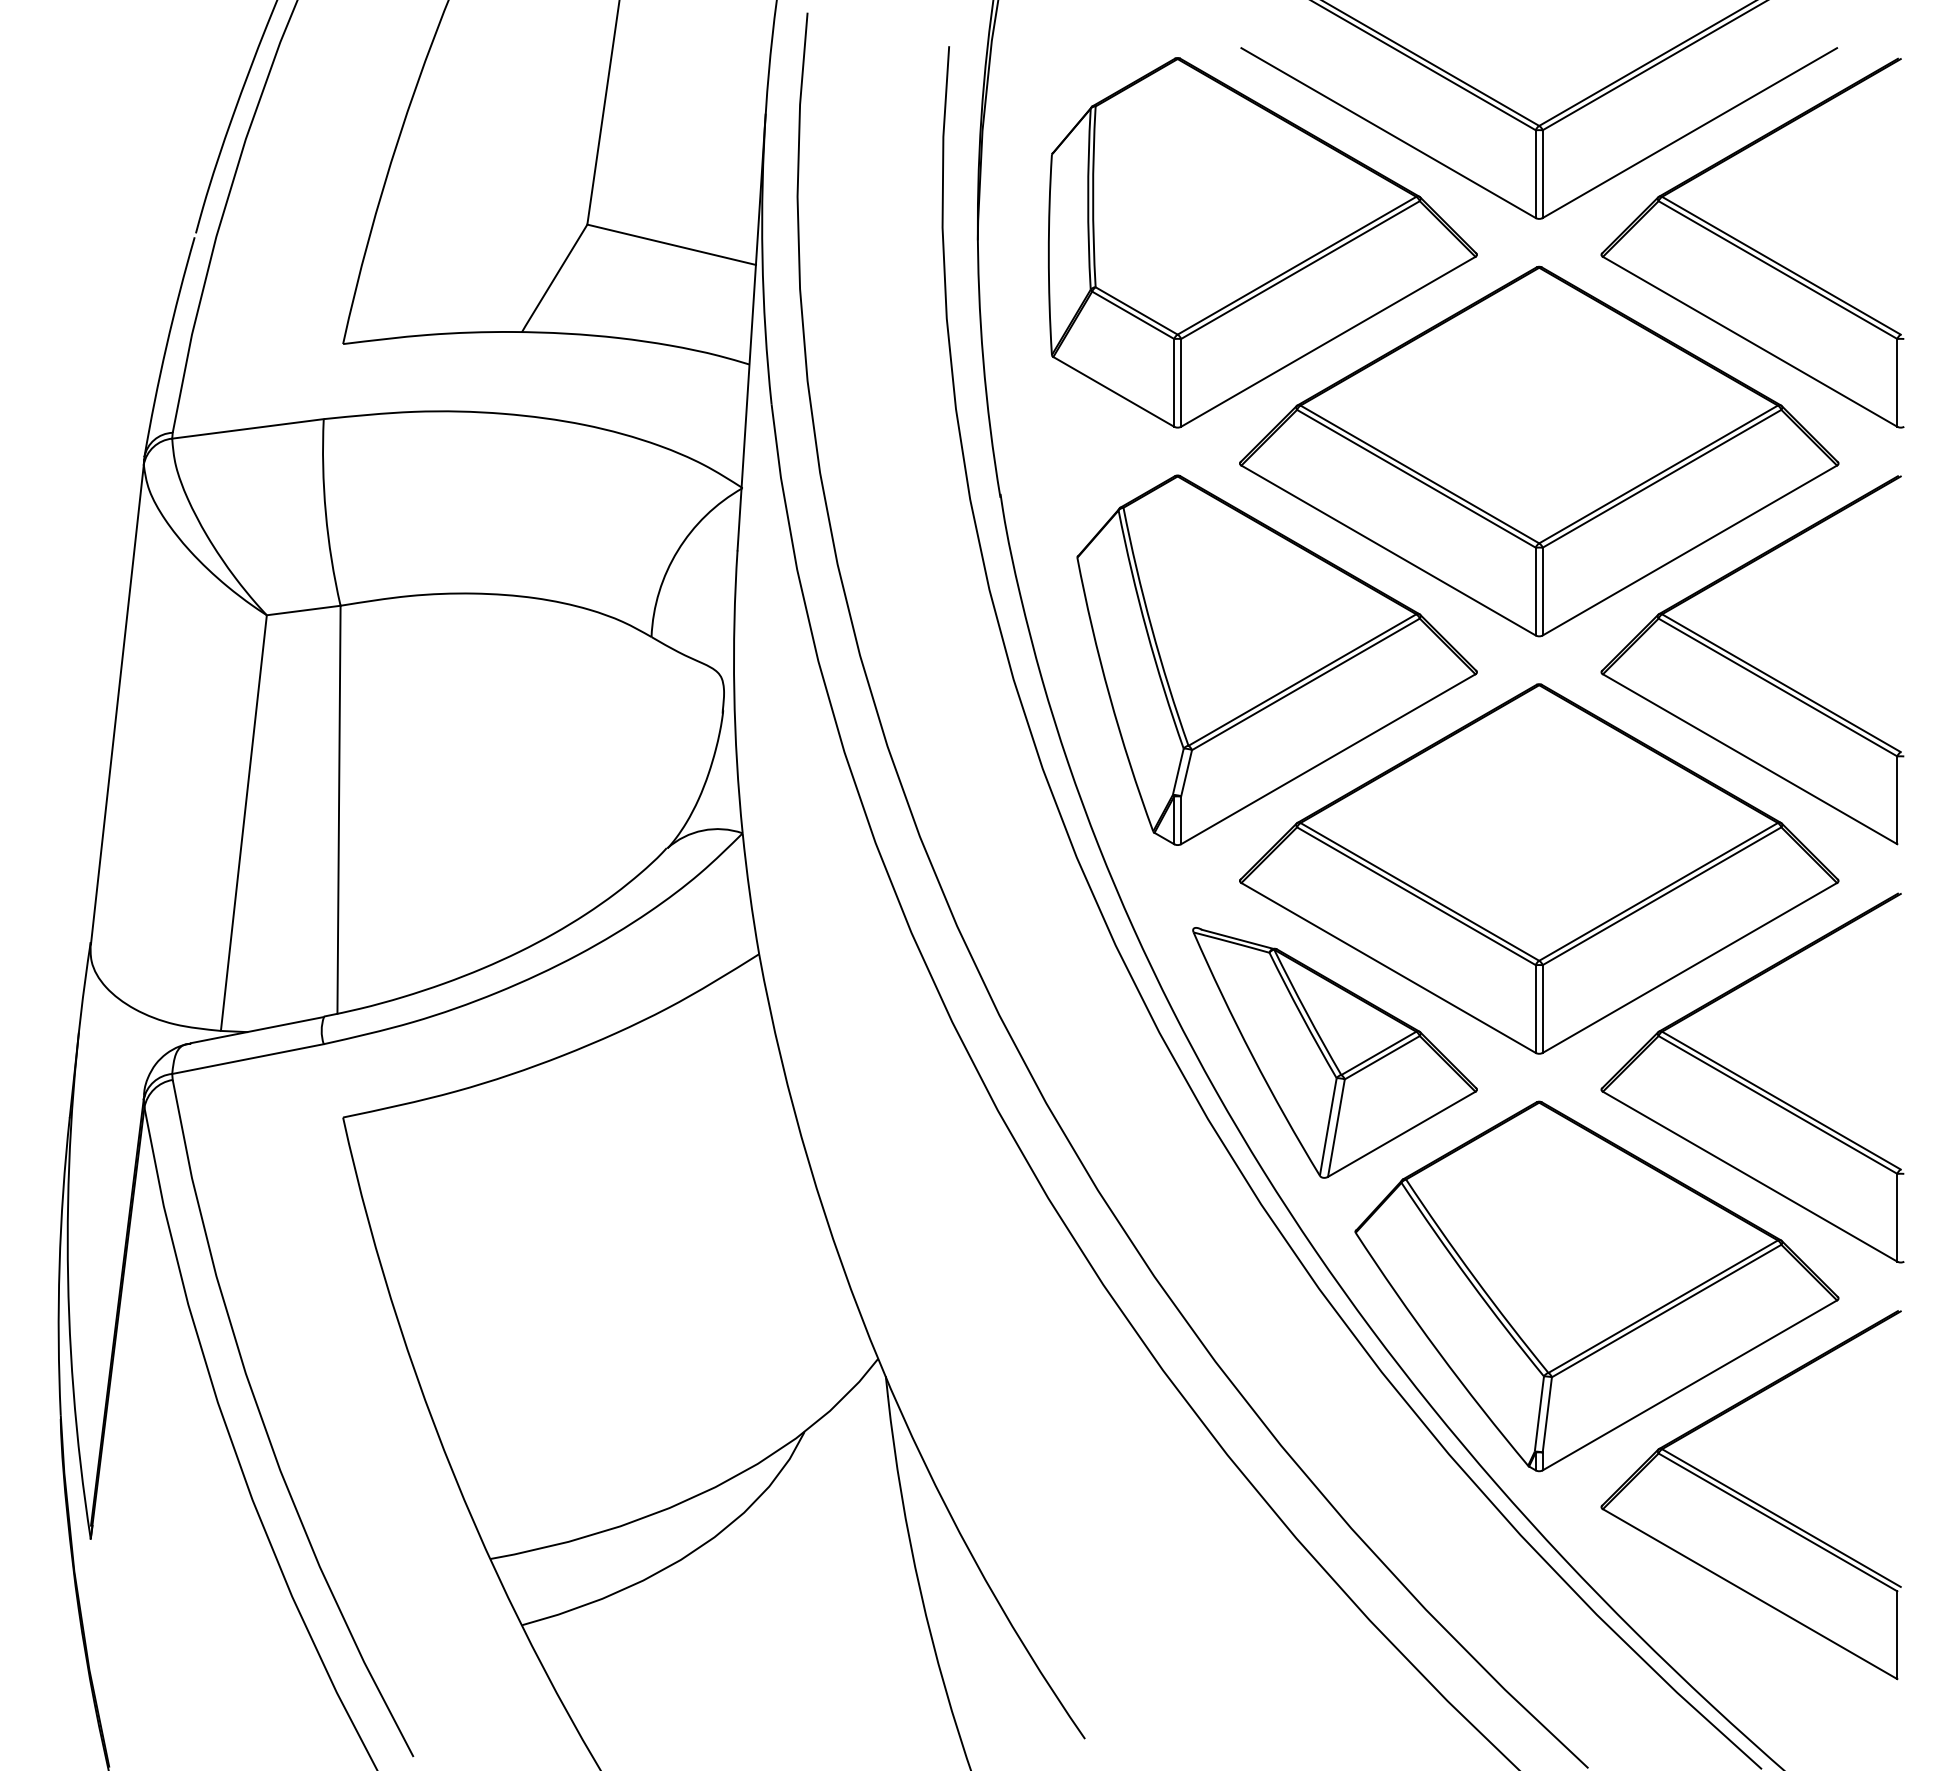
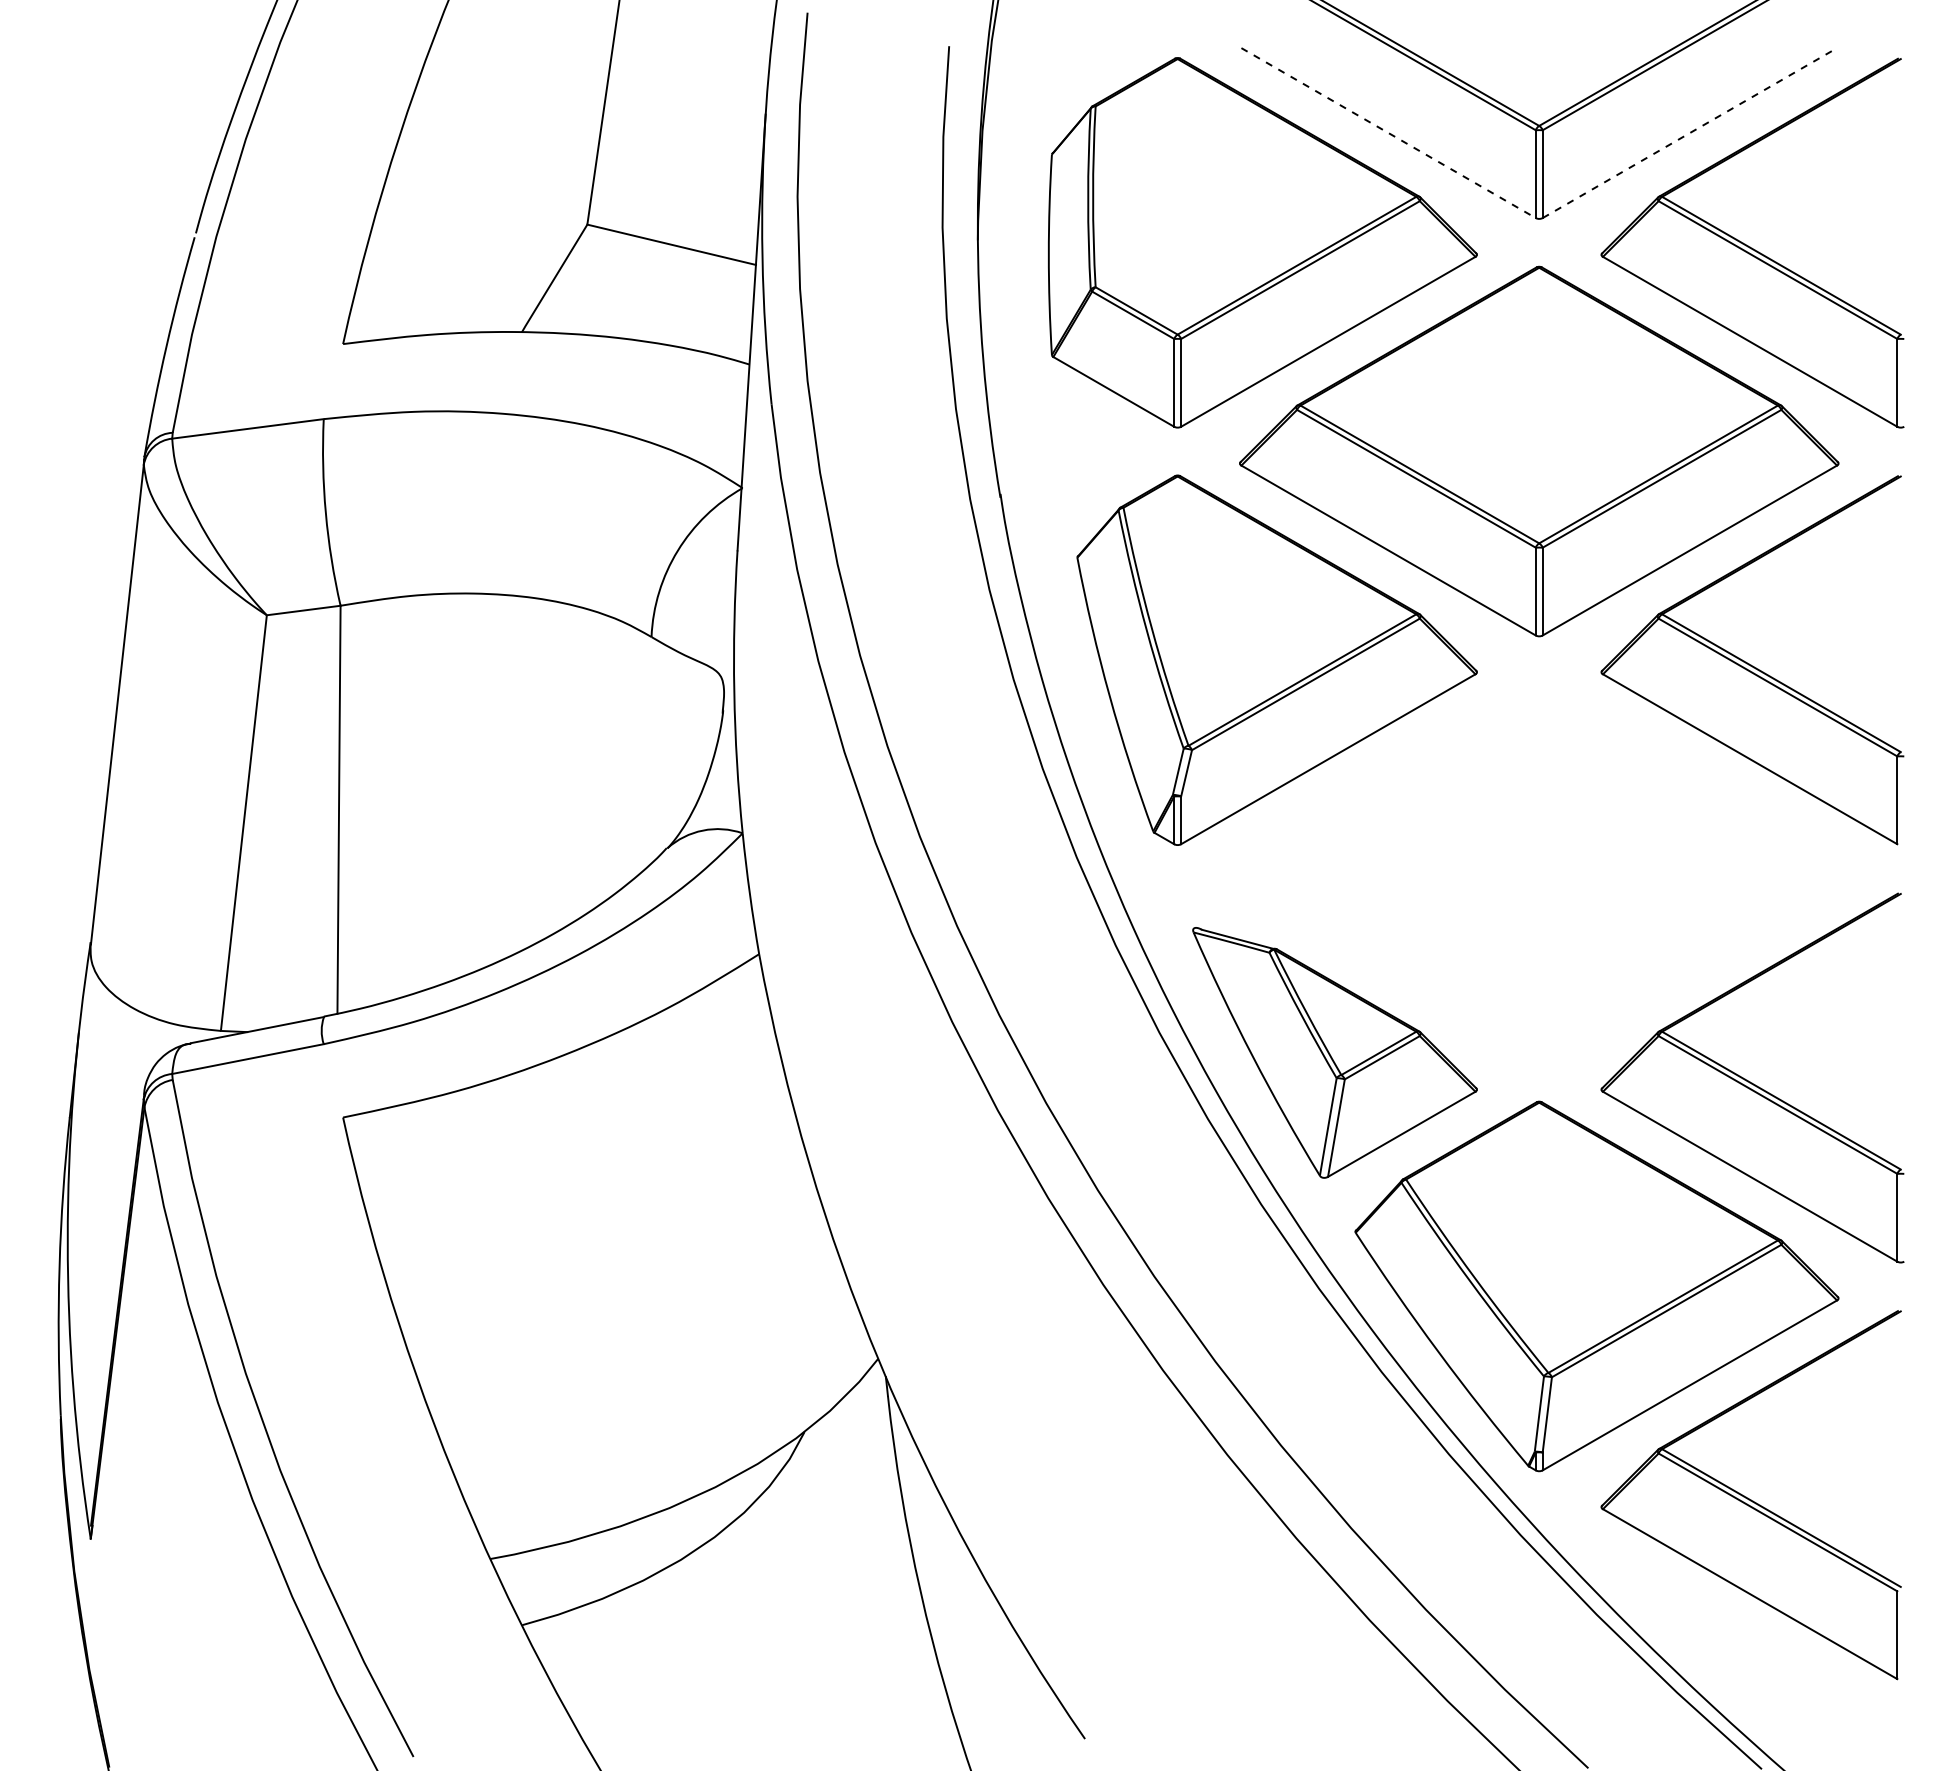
line at (1388, 133): solid -> dashed
line at (1689, 133): solid -> dashed
part at (1539, 868): present -> none
